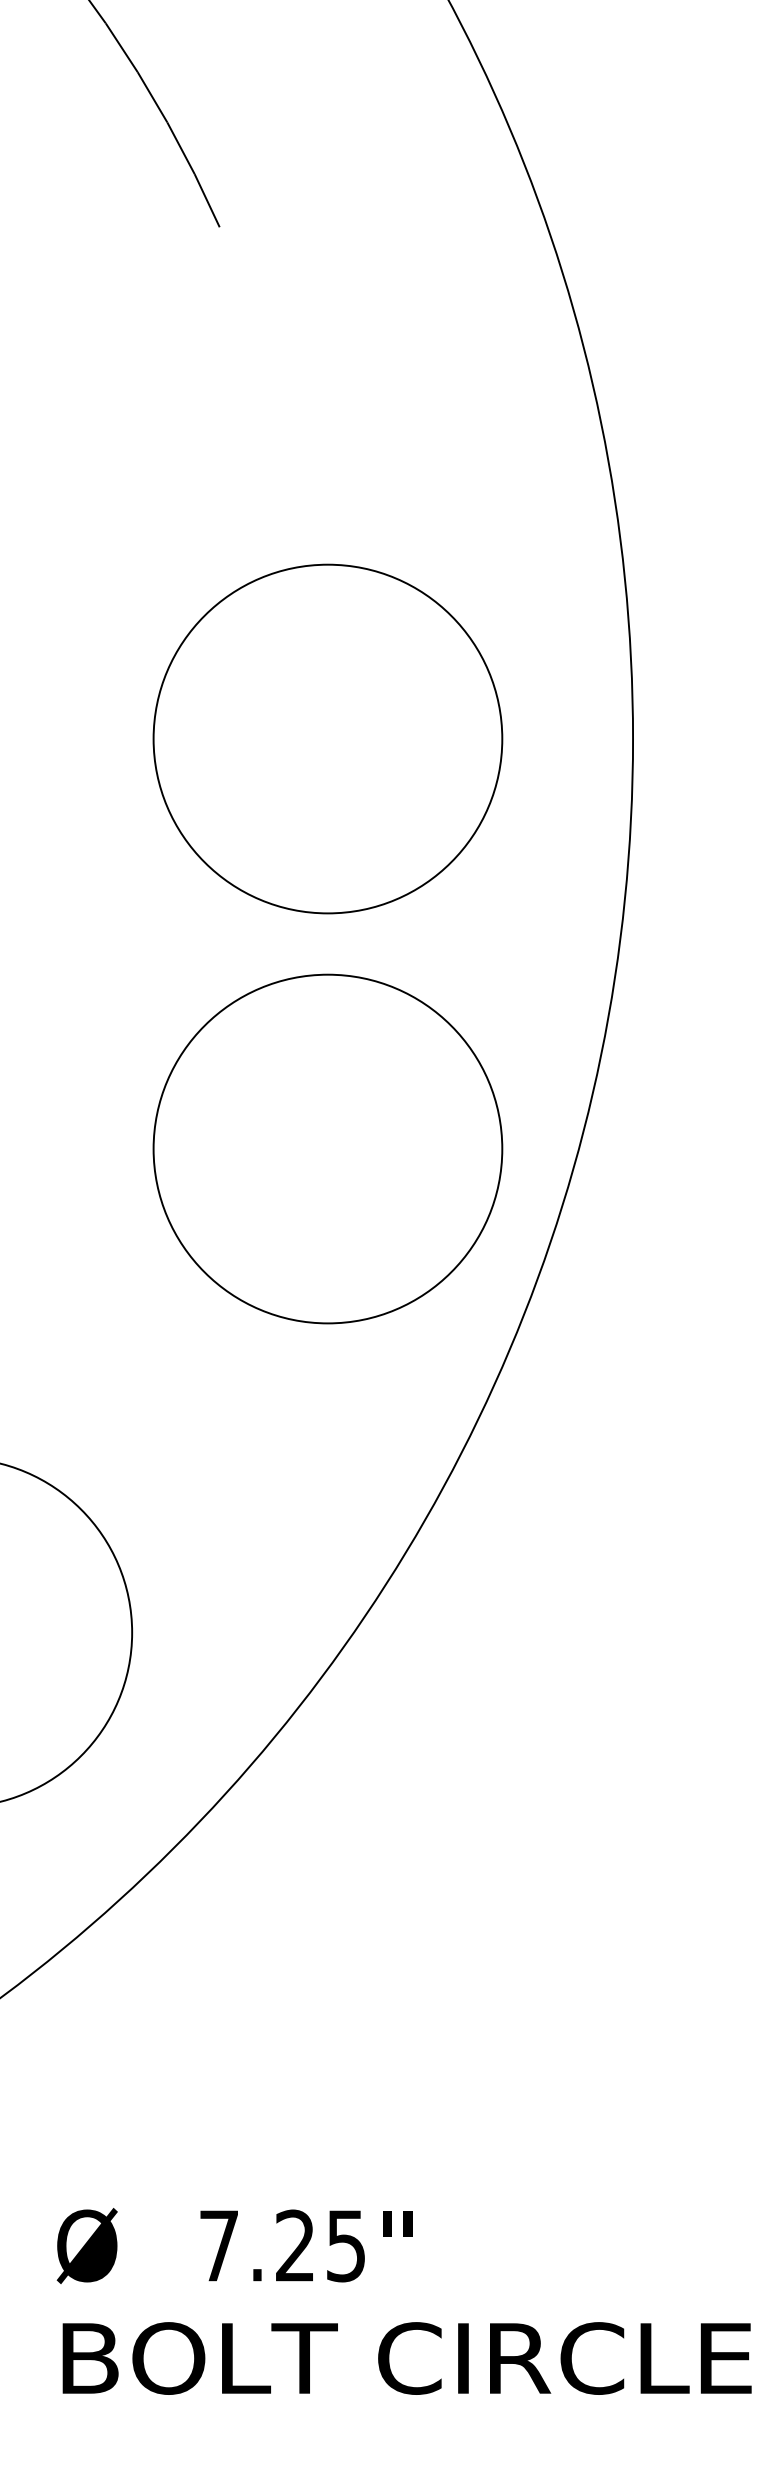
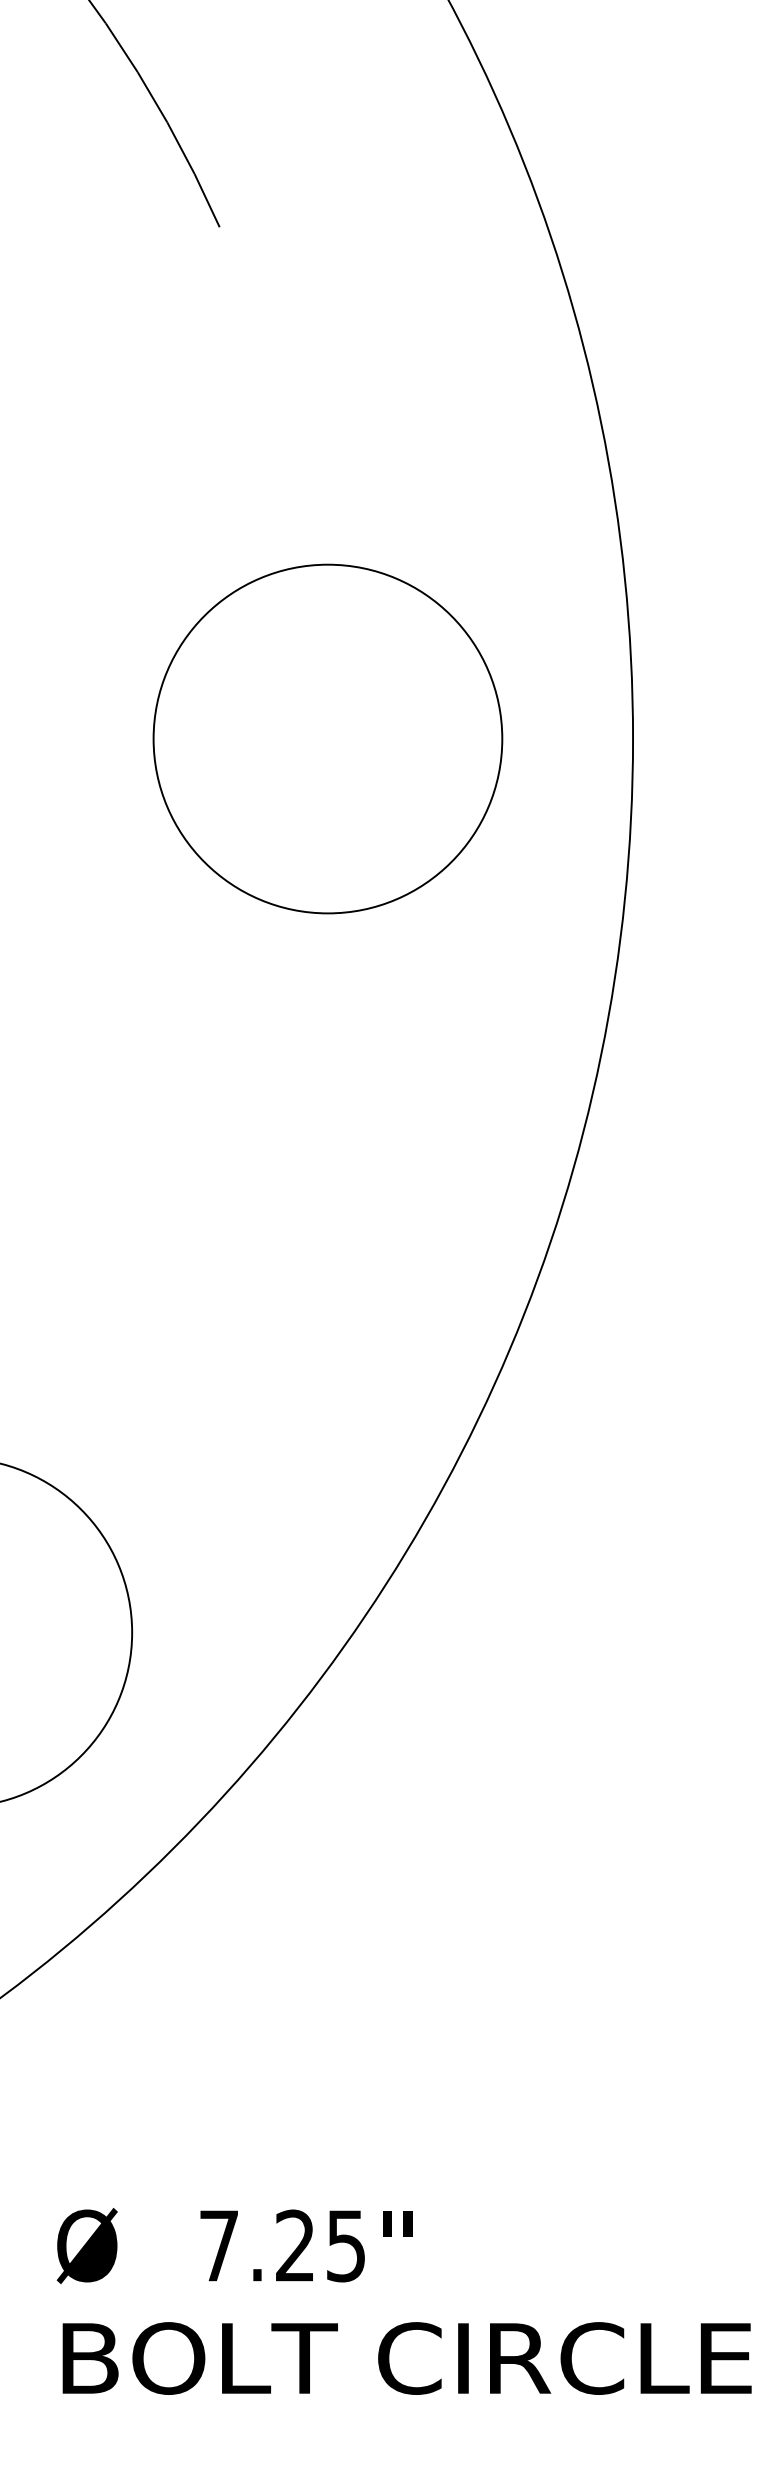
circle at (327, 1148): present -> none
